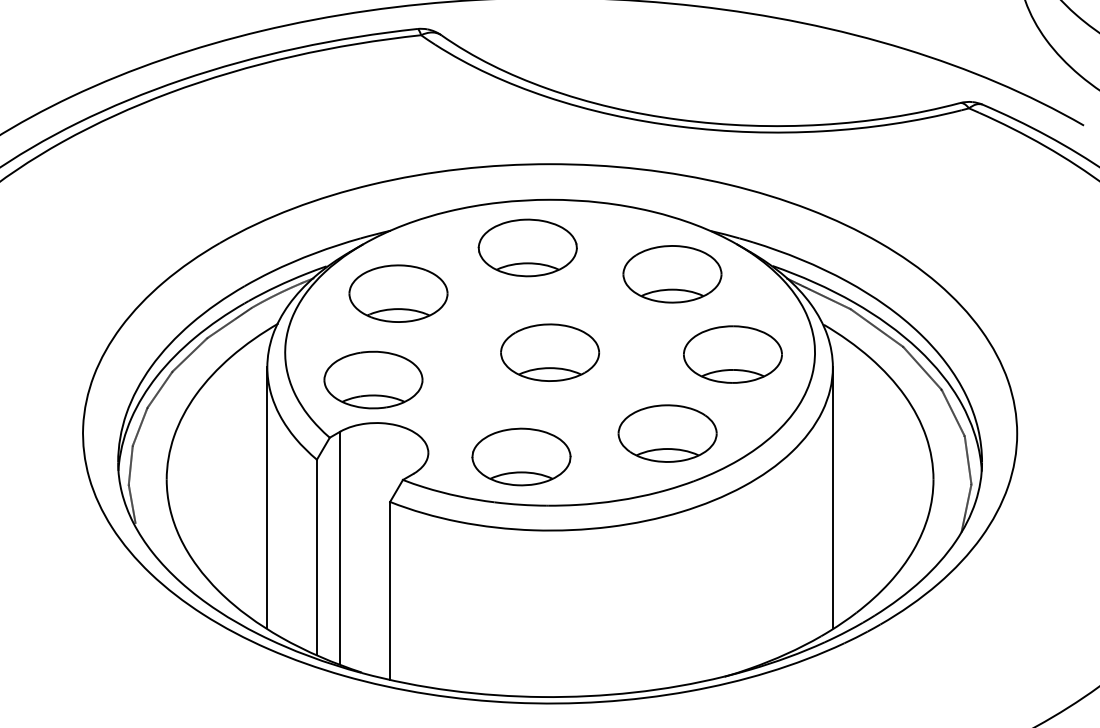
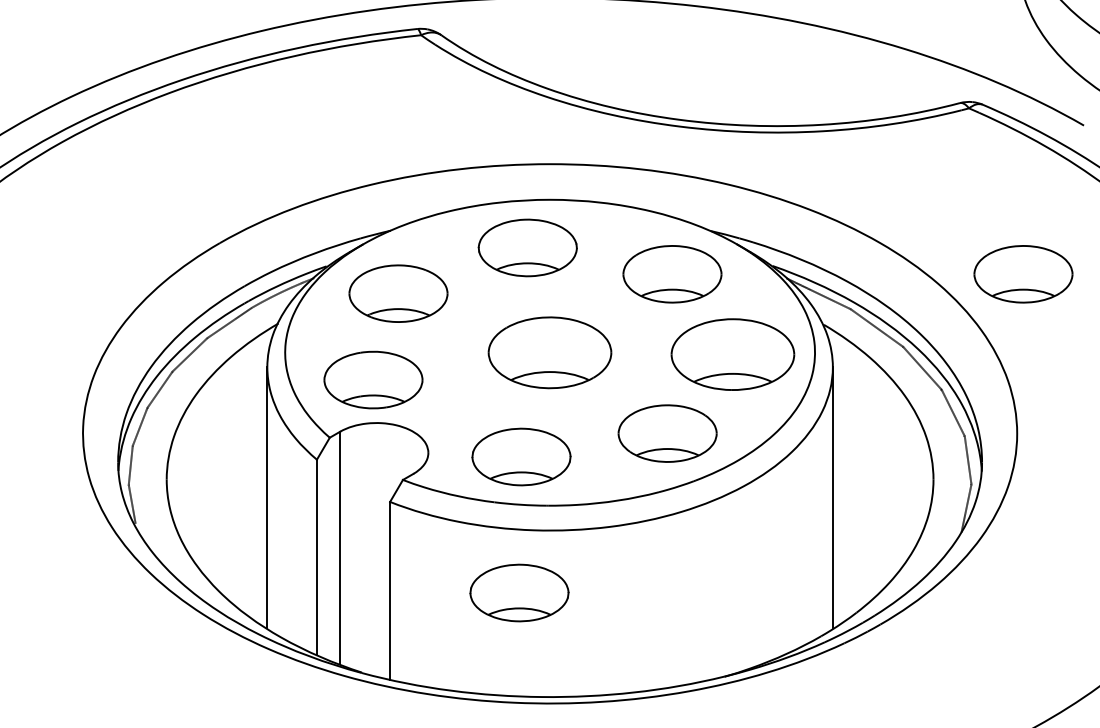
part at (1023, 274): none -> present
part at (550, 352) size: 101x59 px -> 126x74 px
part at (732, 354) size: 100x59 px -> 126x73 px
part at (519, 592): none -> present
